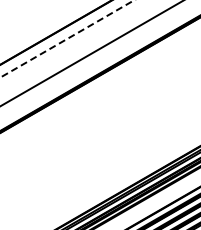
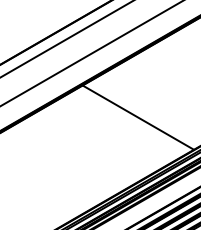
line at (66, 39): dashed -> solid
line at (137, 117): none -> present
